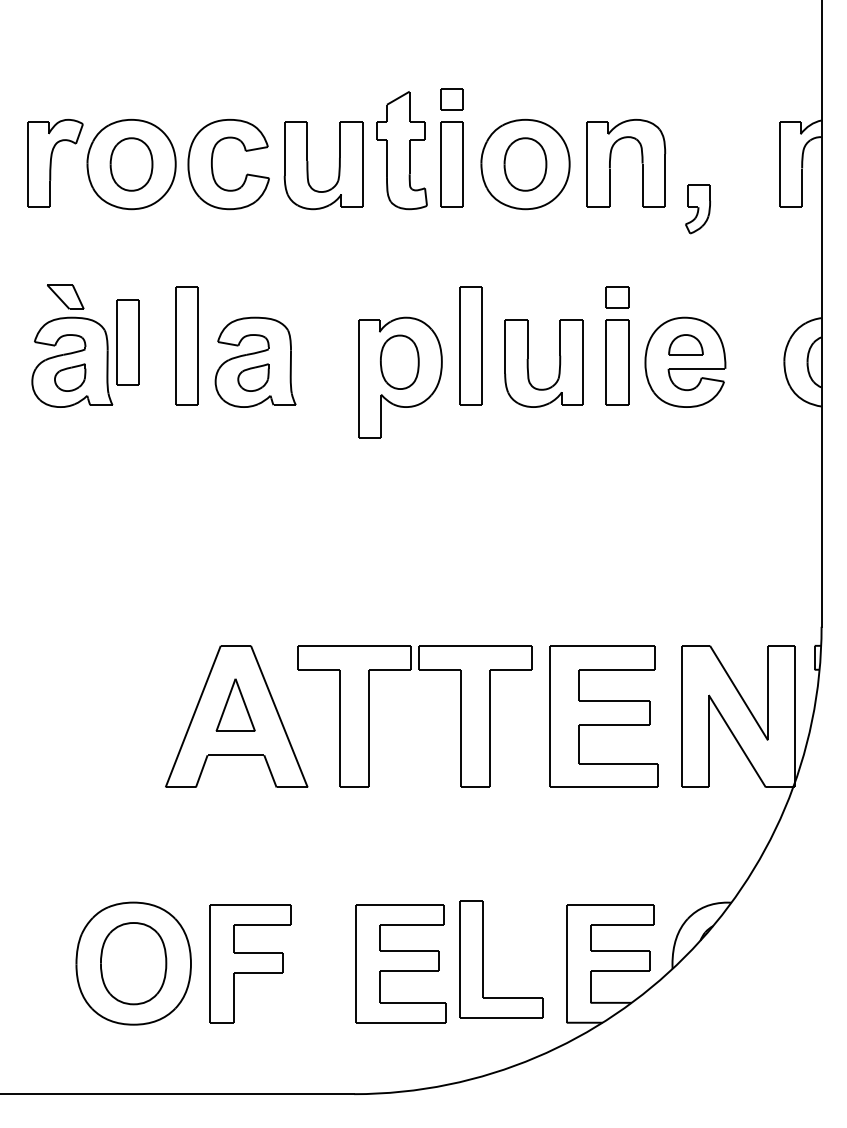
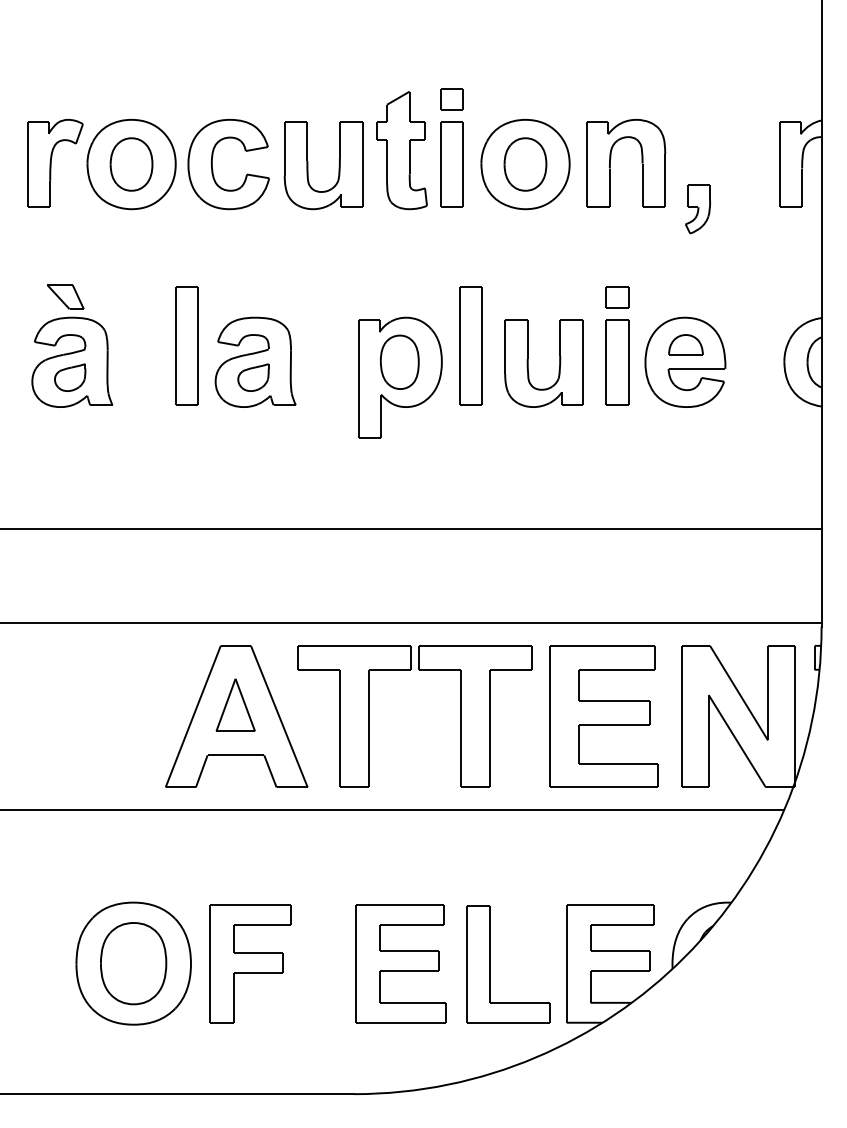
part at (127, 342): present -> none
line at (411, 529): none -> present
line at (411, 623): none -> present
line at (393, 810): none -> present
part at (483, 959) position: (483, 959) -> (490, 964)
